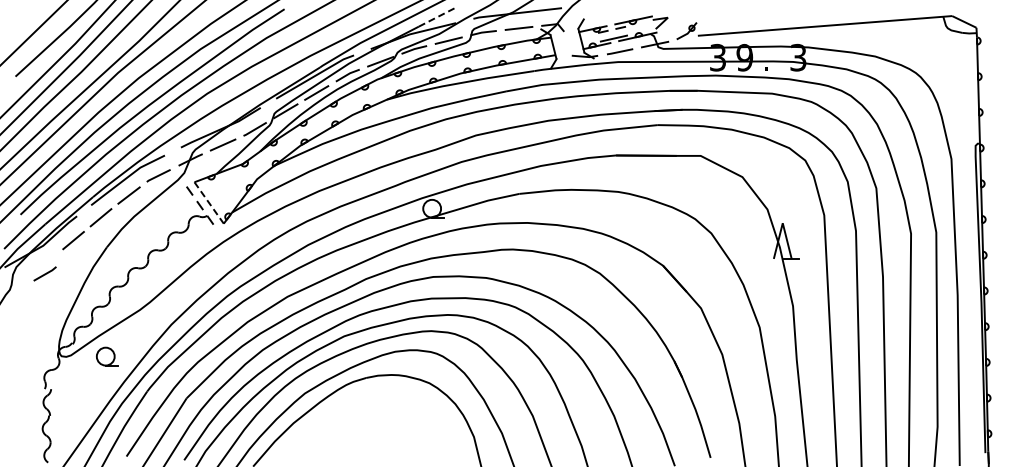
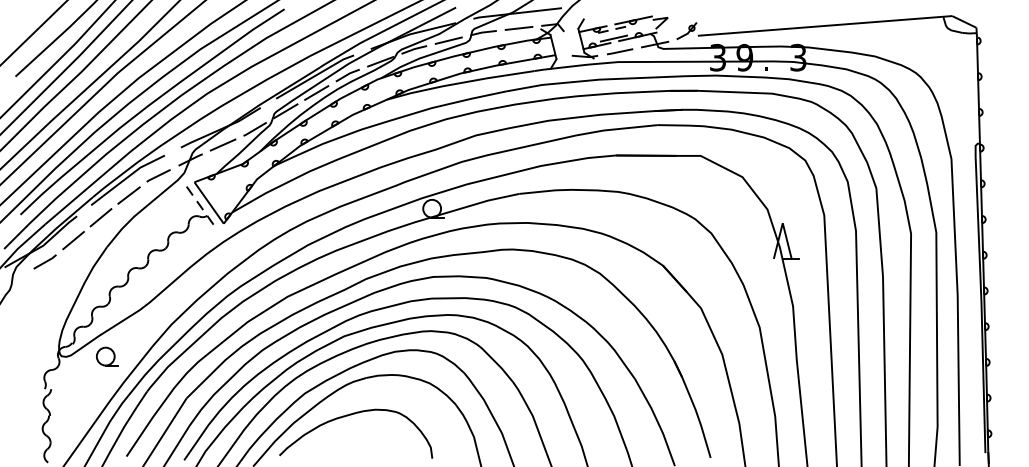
line at (437, 17): dashed -> solid
line at (209, 203): dashed -> solid
line at (44, 273) position: (44, 273) -> (44, 261)
curve at (351, 415): none -> present
